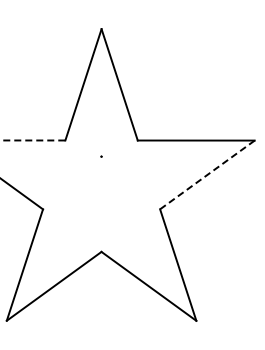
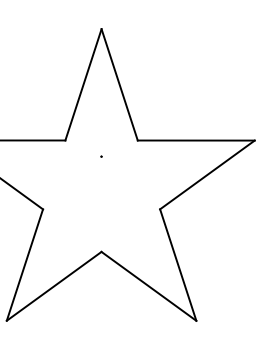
line at (33, 140): dashed -> solid
line at (207, 174): dashed -> solid
